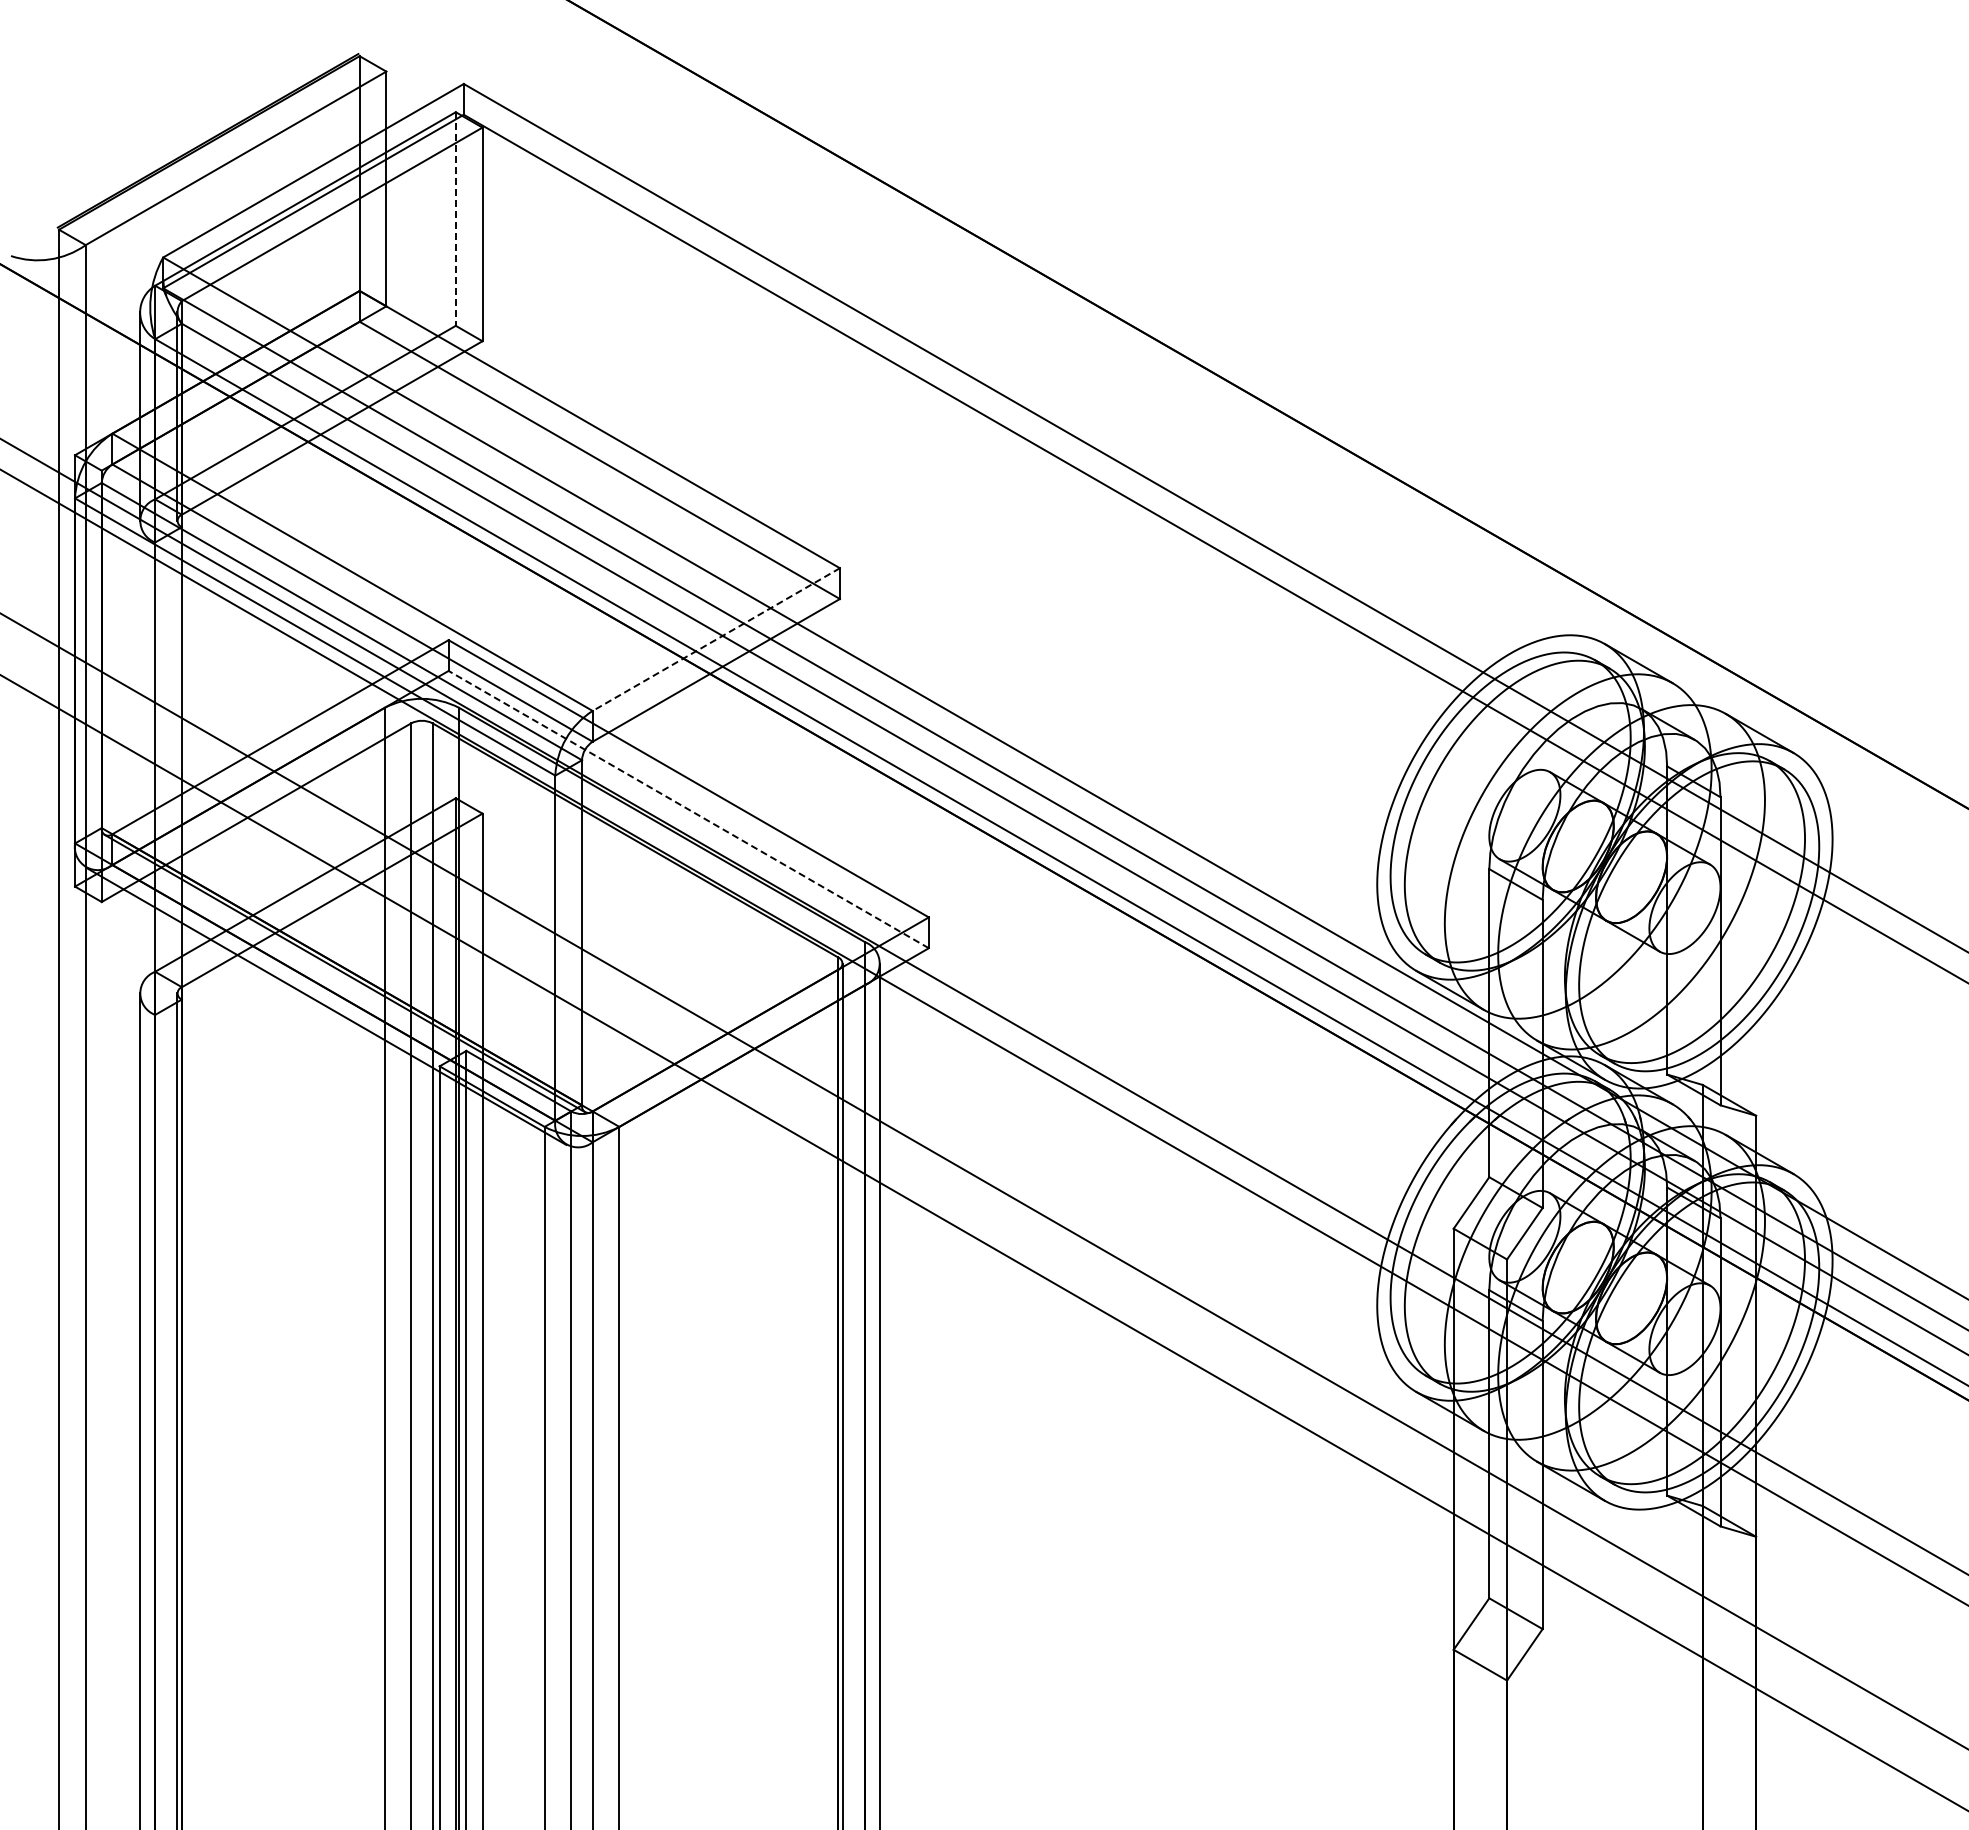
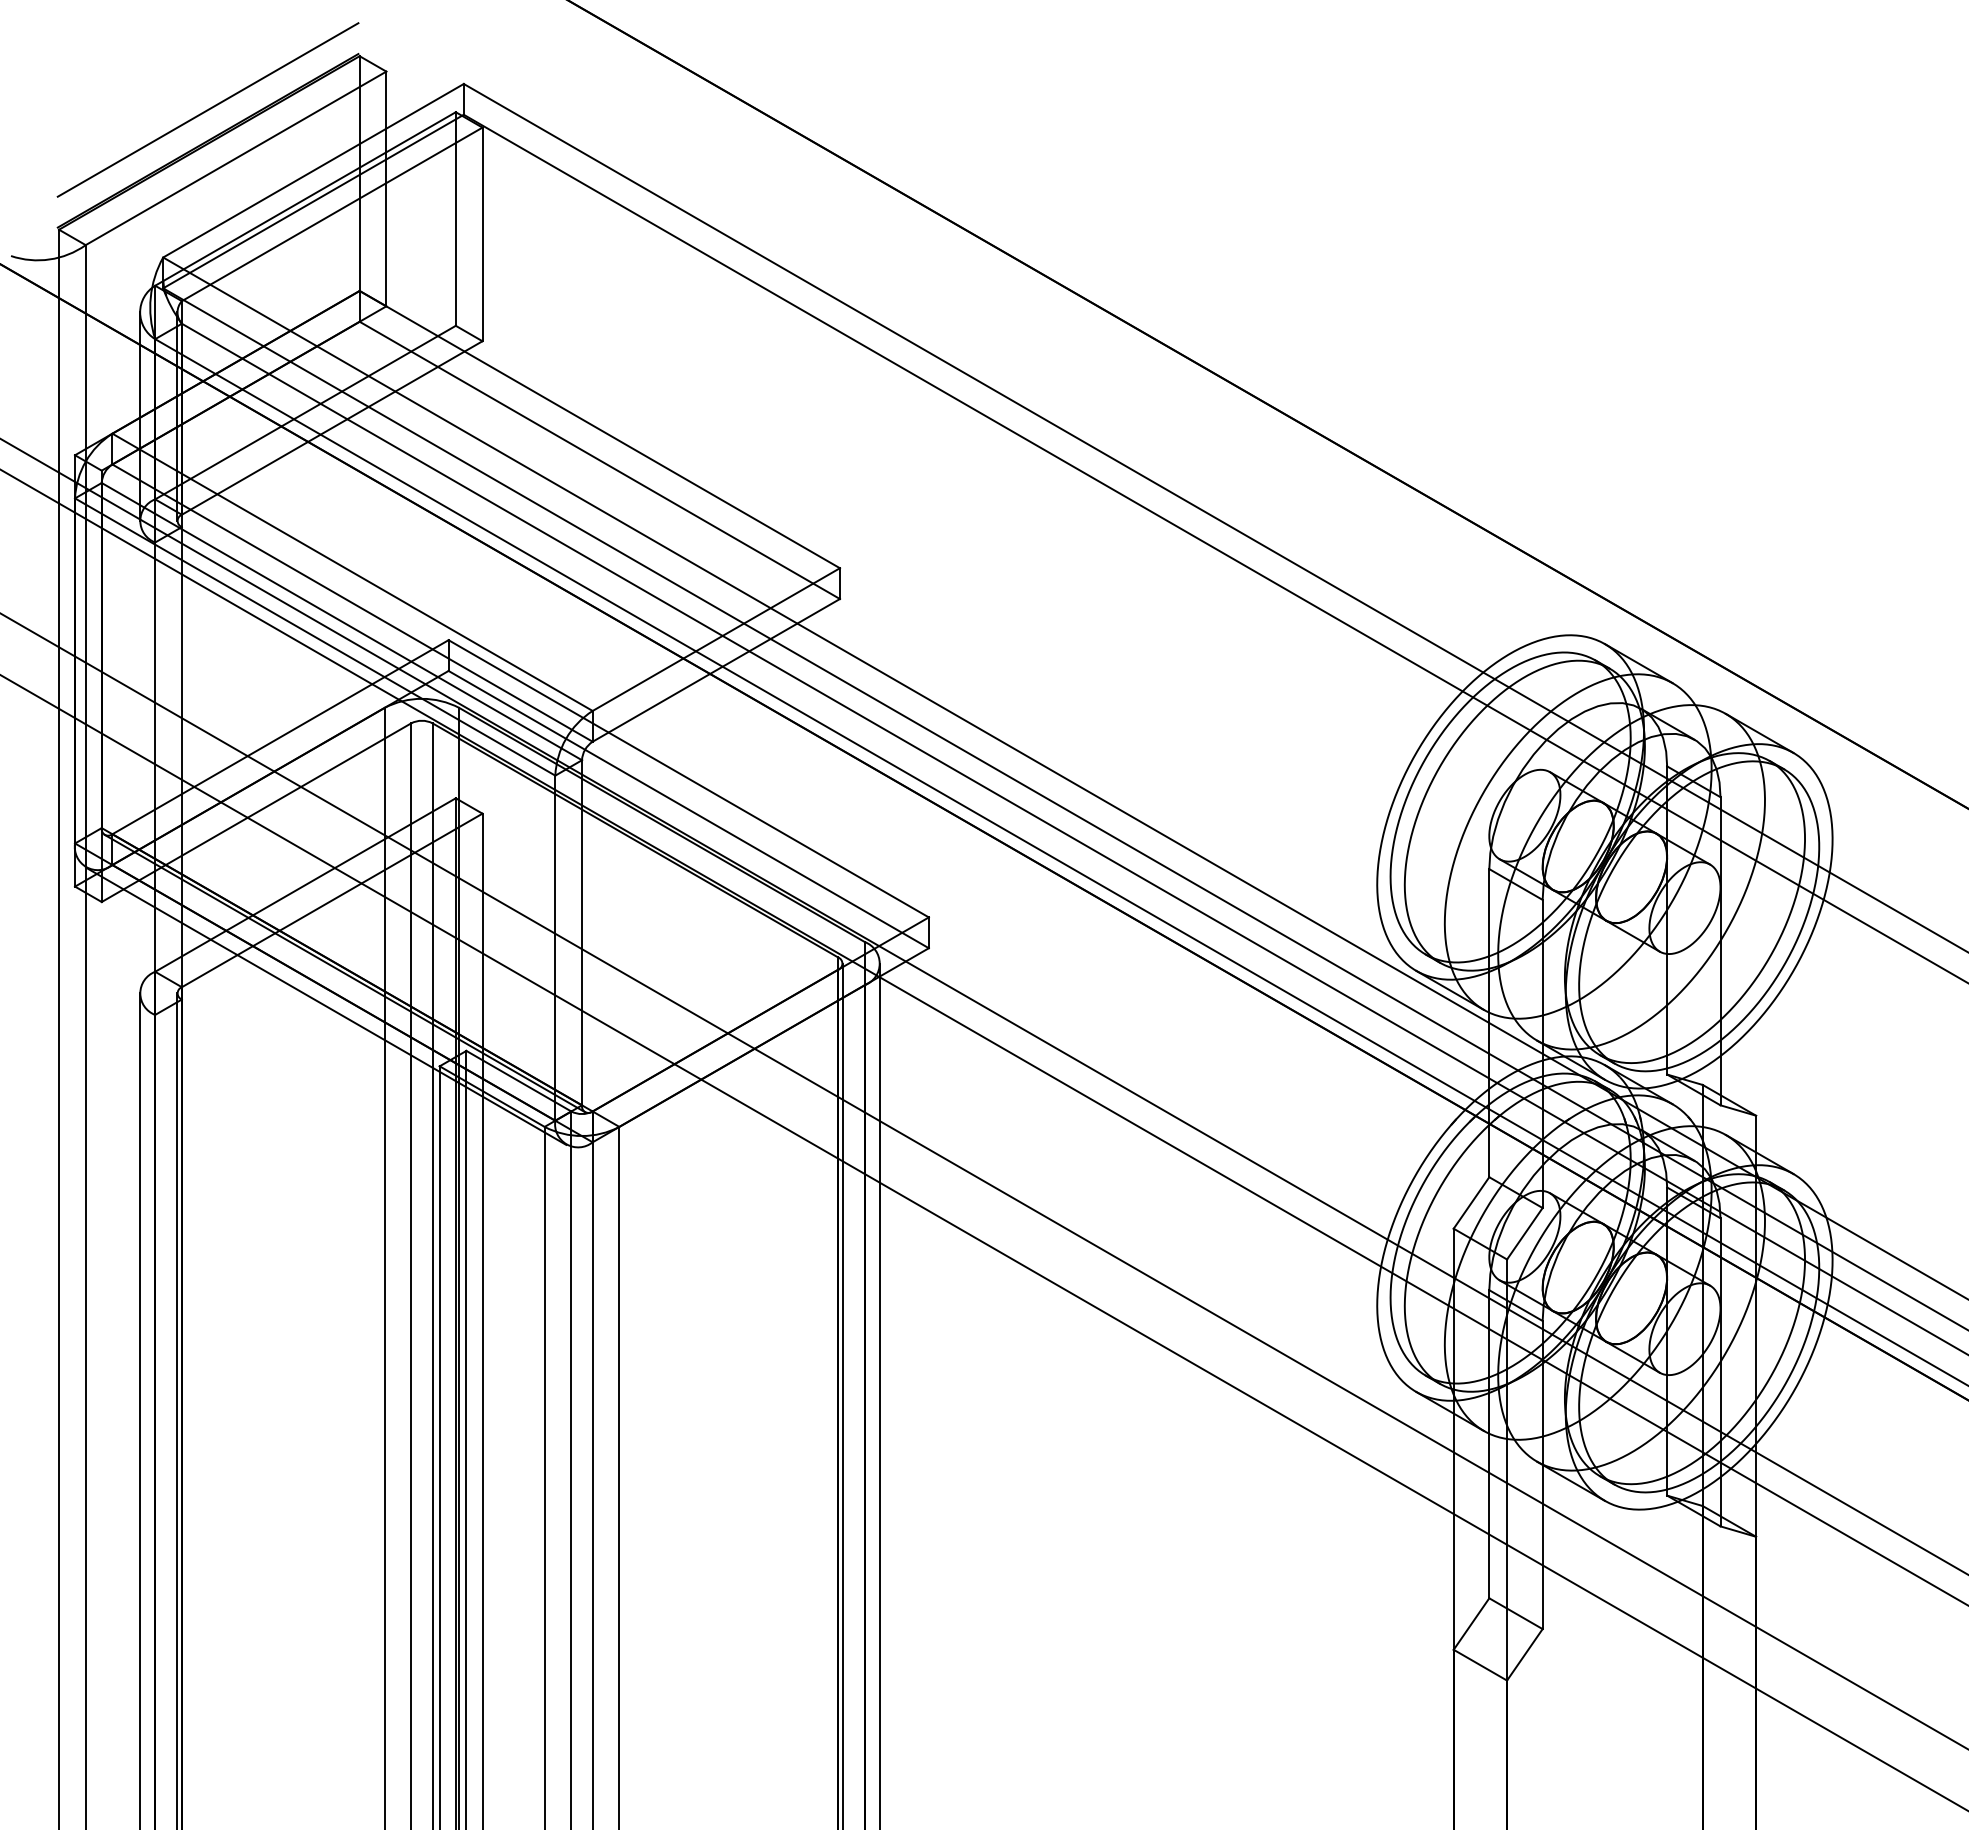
line at (207, 109): none -> present
line at (455, 219): dashed -> solid
line at (716, 639): dashed -> solid
line at (688, 809): dashed -> solid
